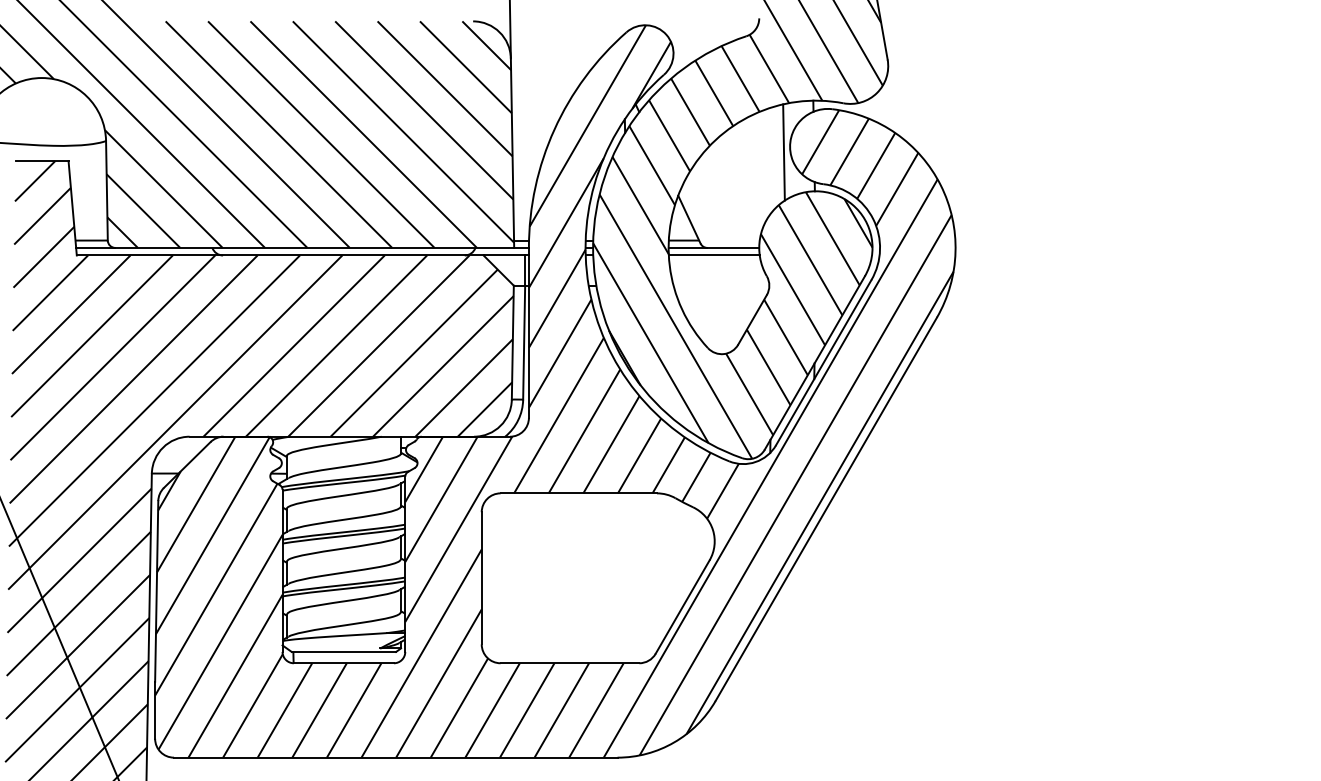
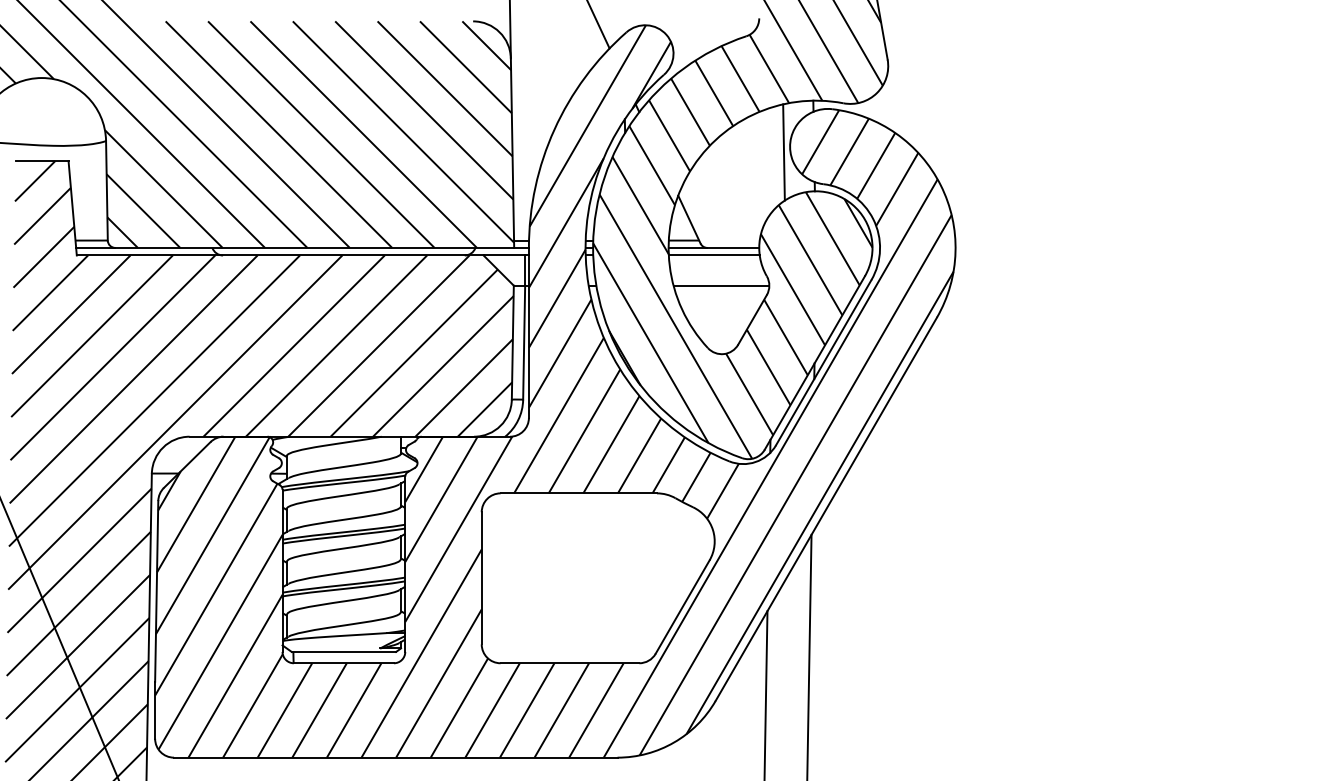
line at (598, 25): none -> present
line at (721, 285): none -> present
line at (809, 655): none -> present
line at (765, 694): none -> present
